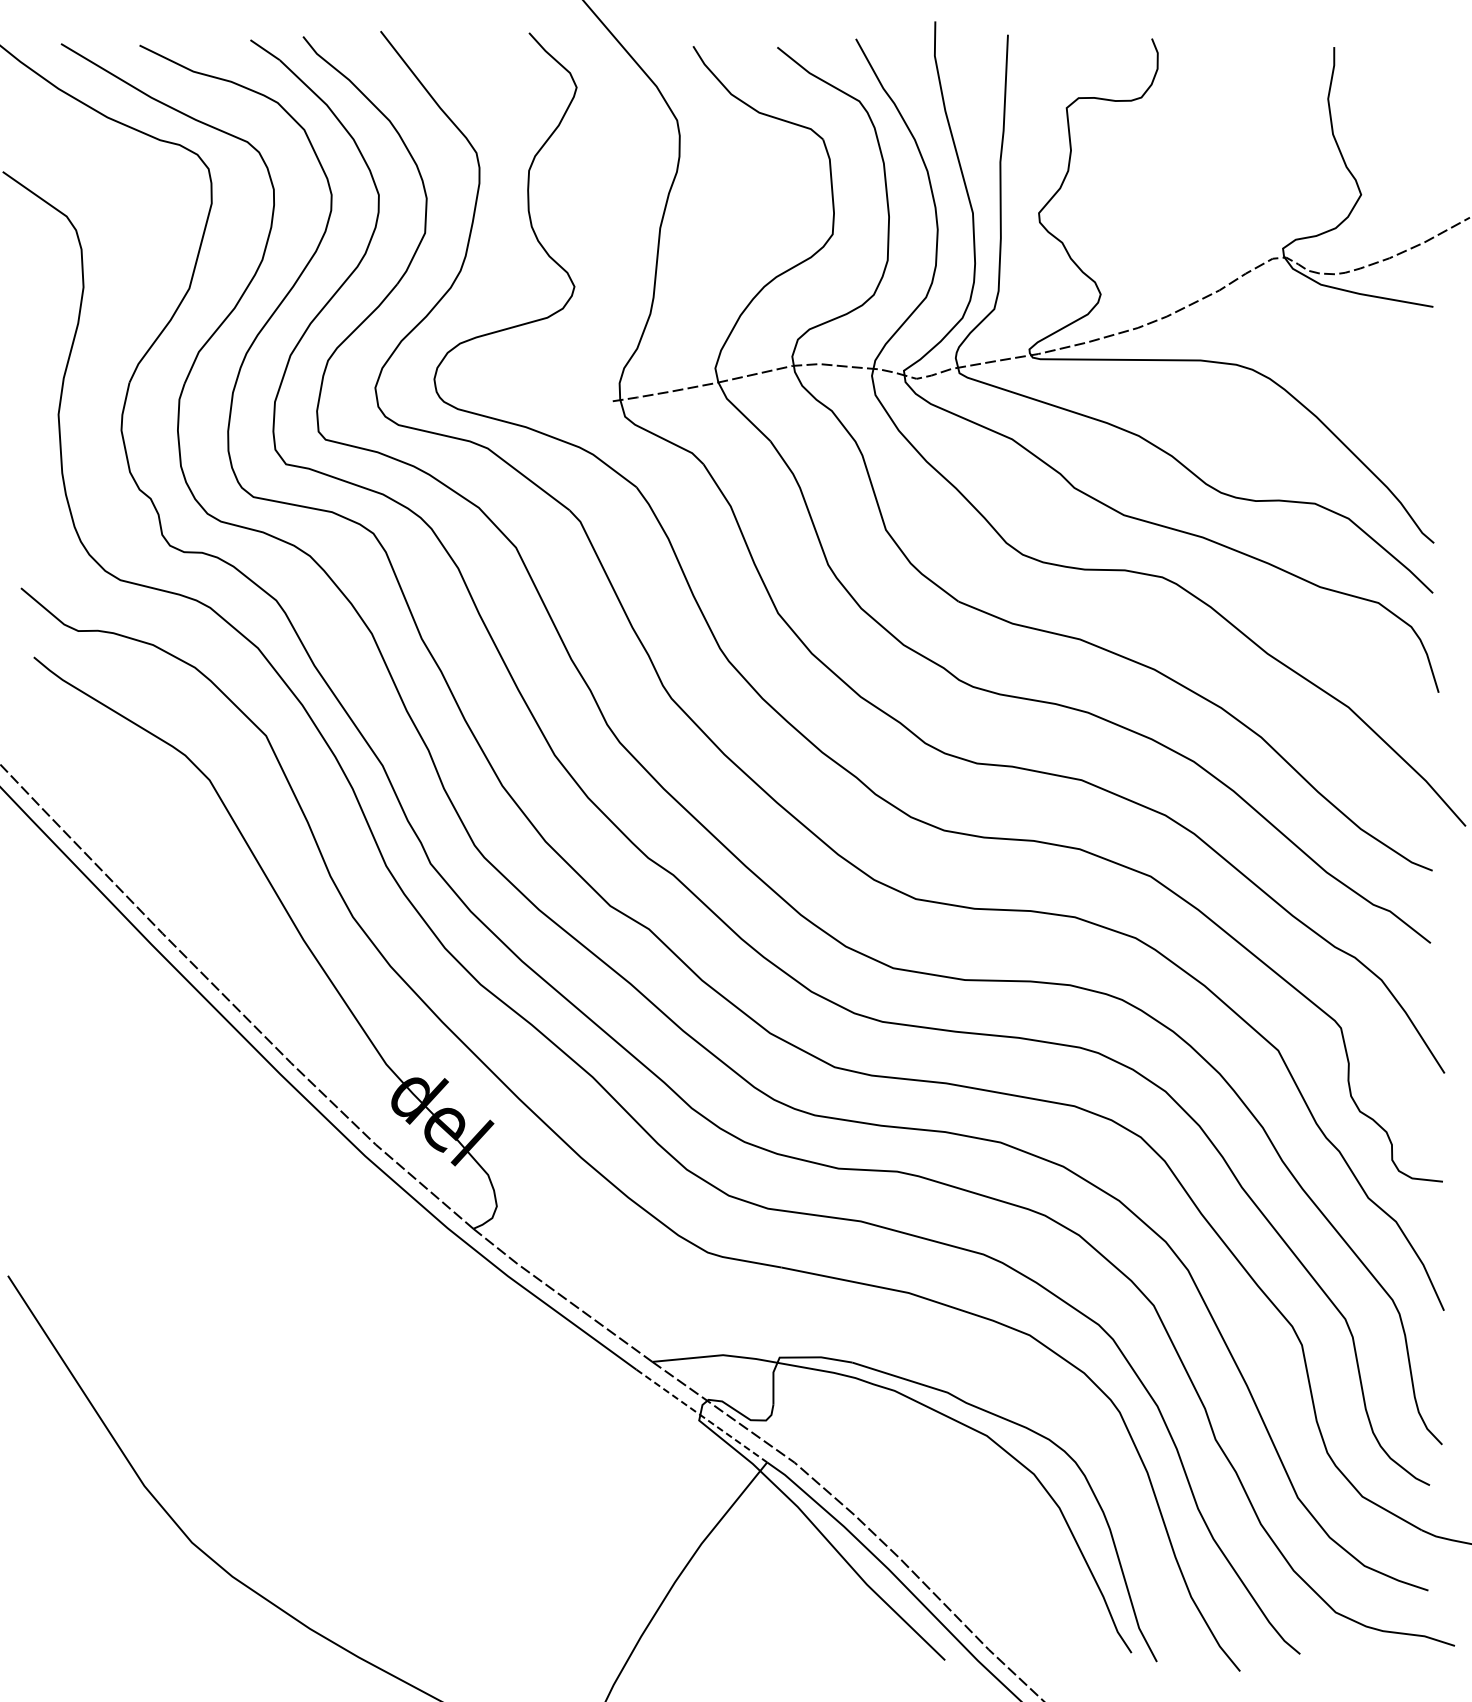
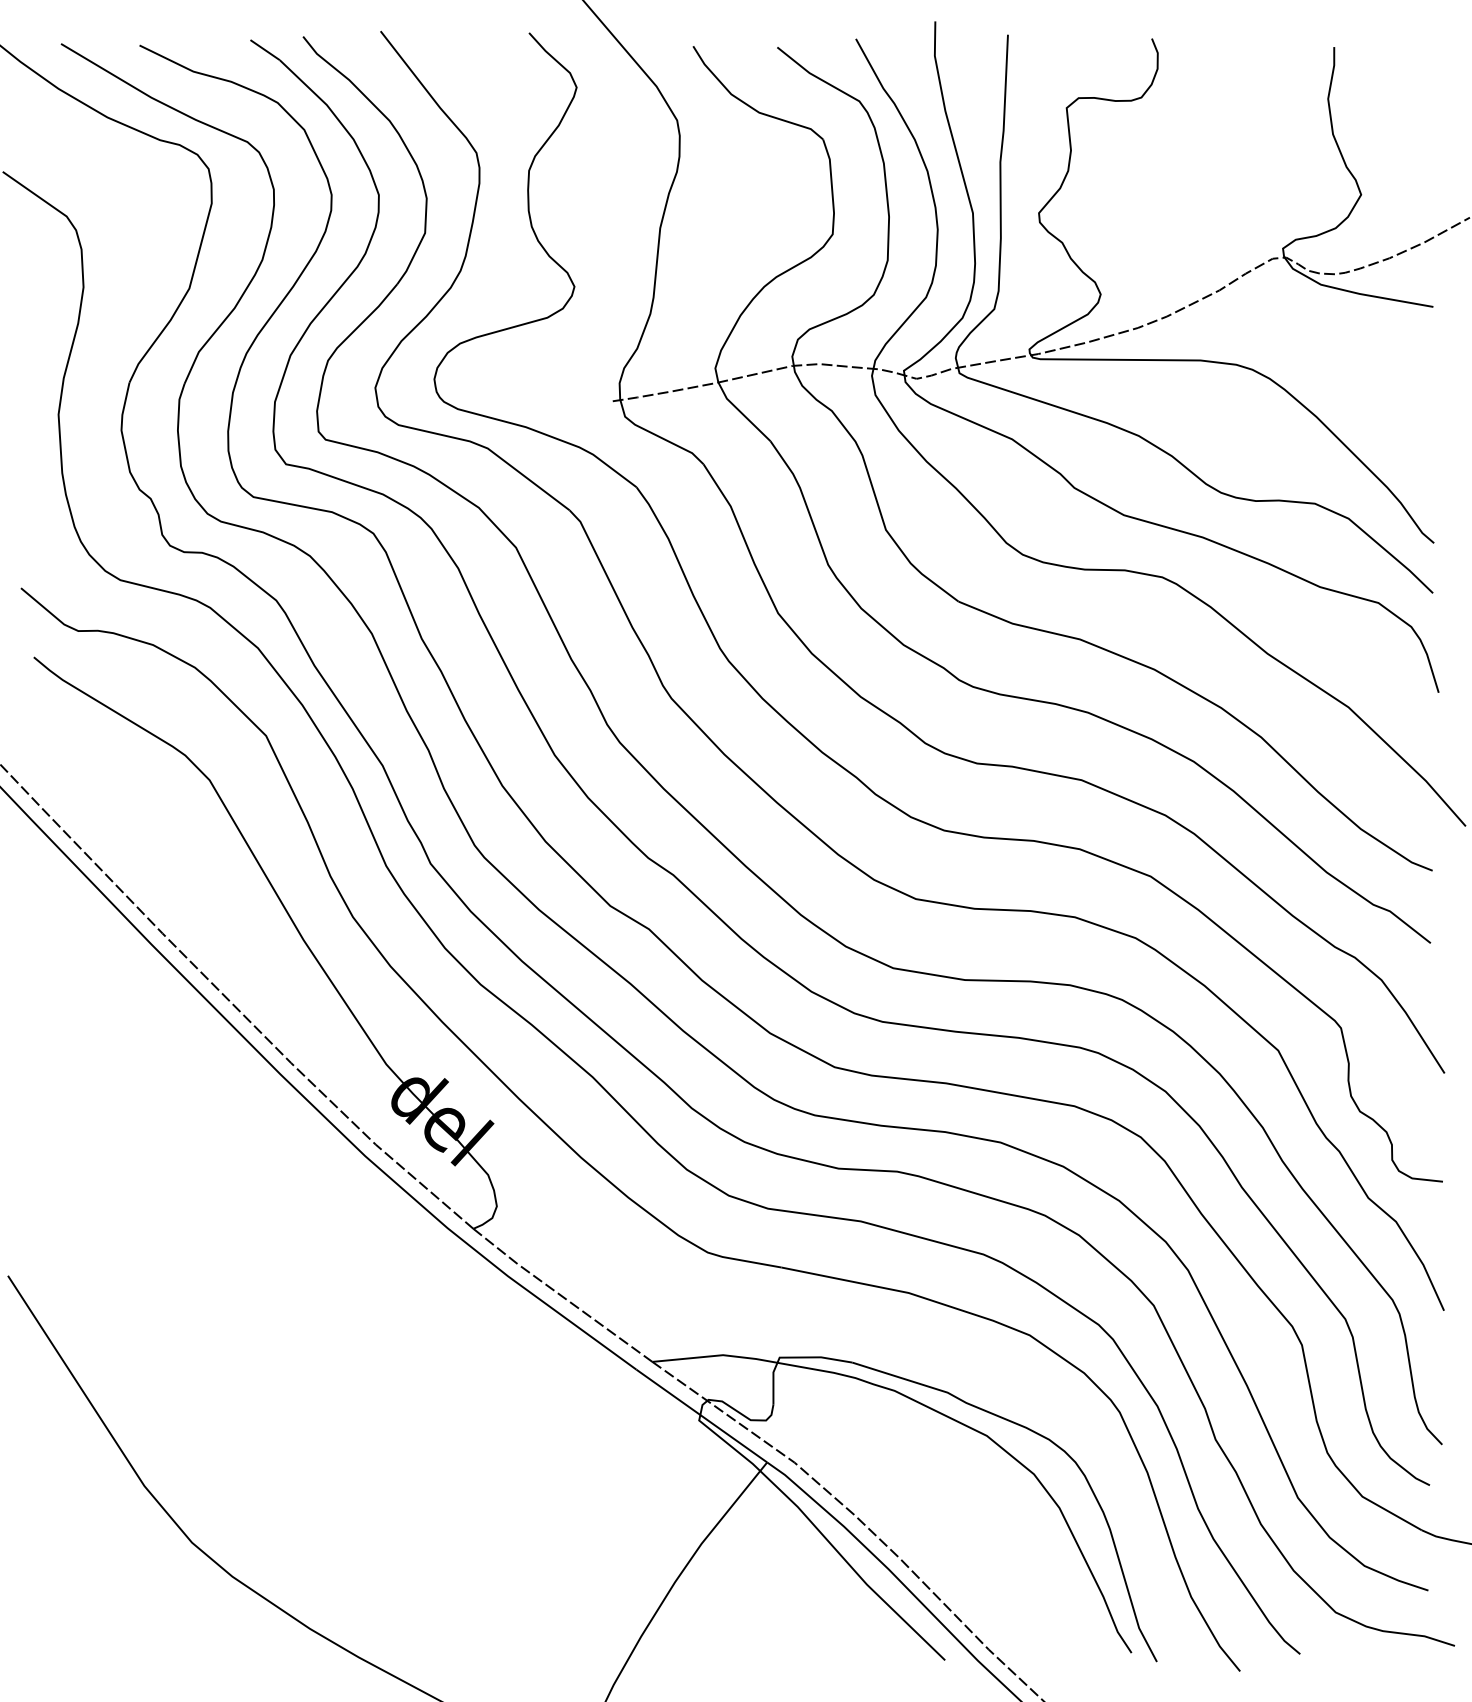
line at (702, 1416): dashed -> solid
